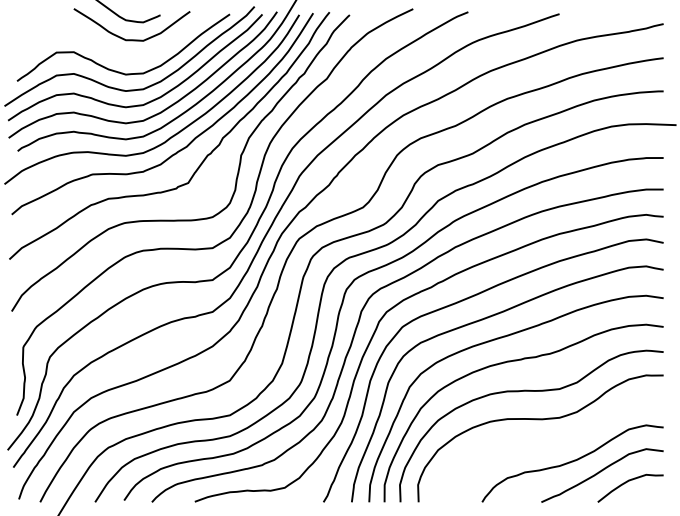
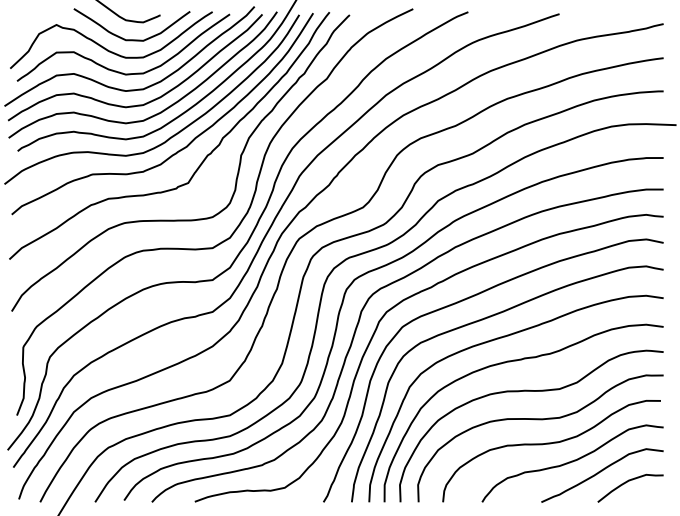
curve at (105, 47): none -> present
curve at (551, 444): none -> present
